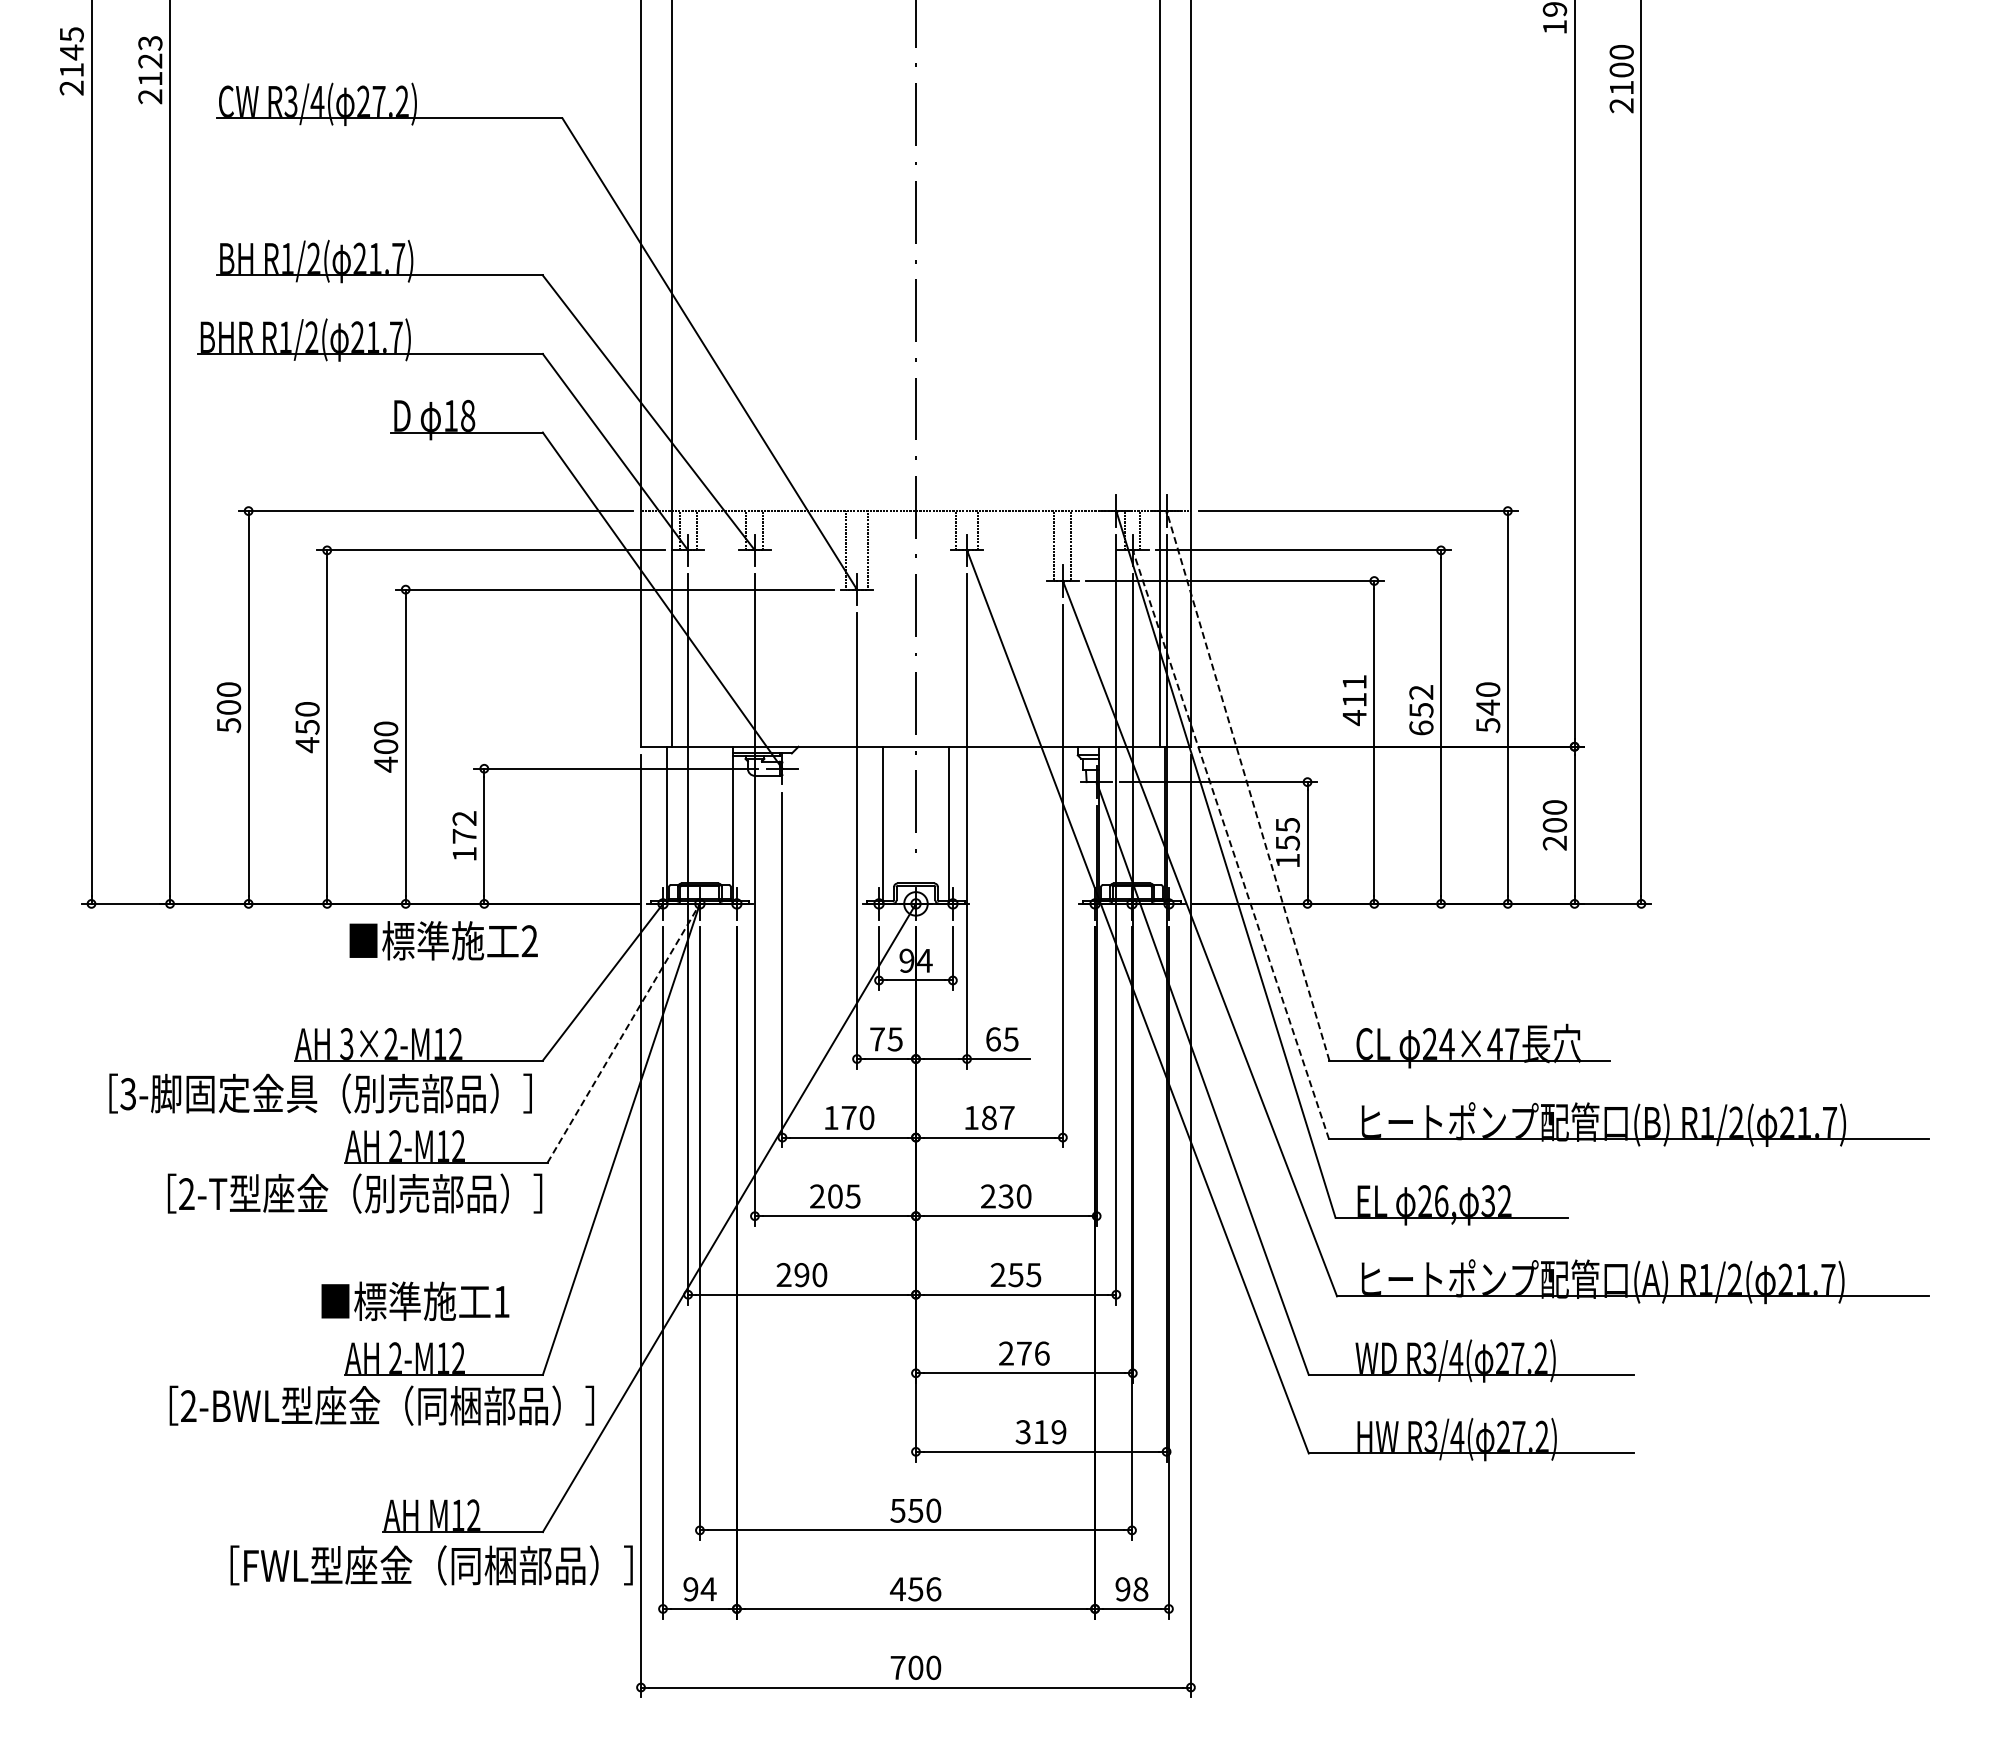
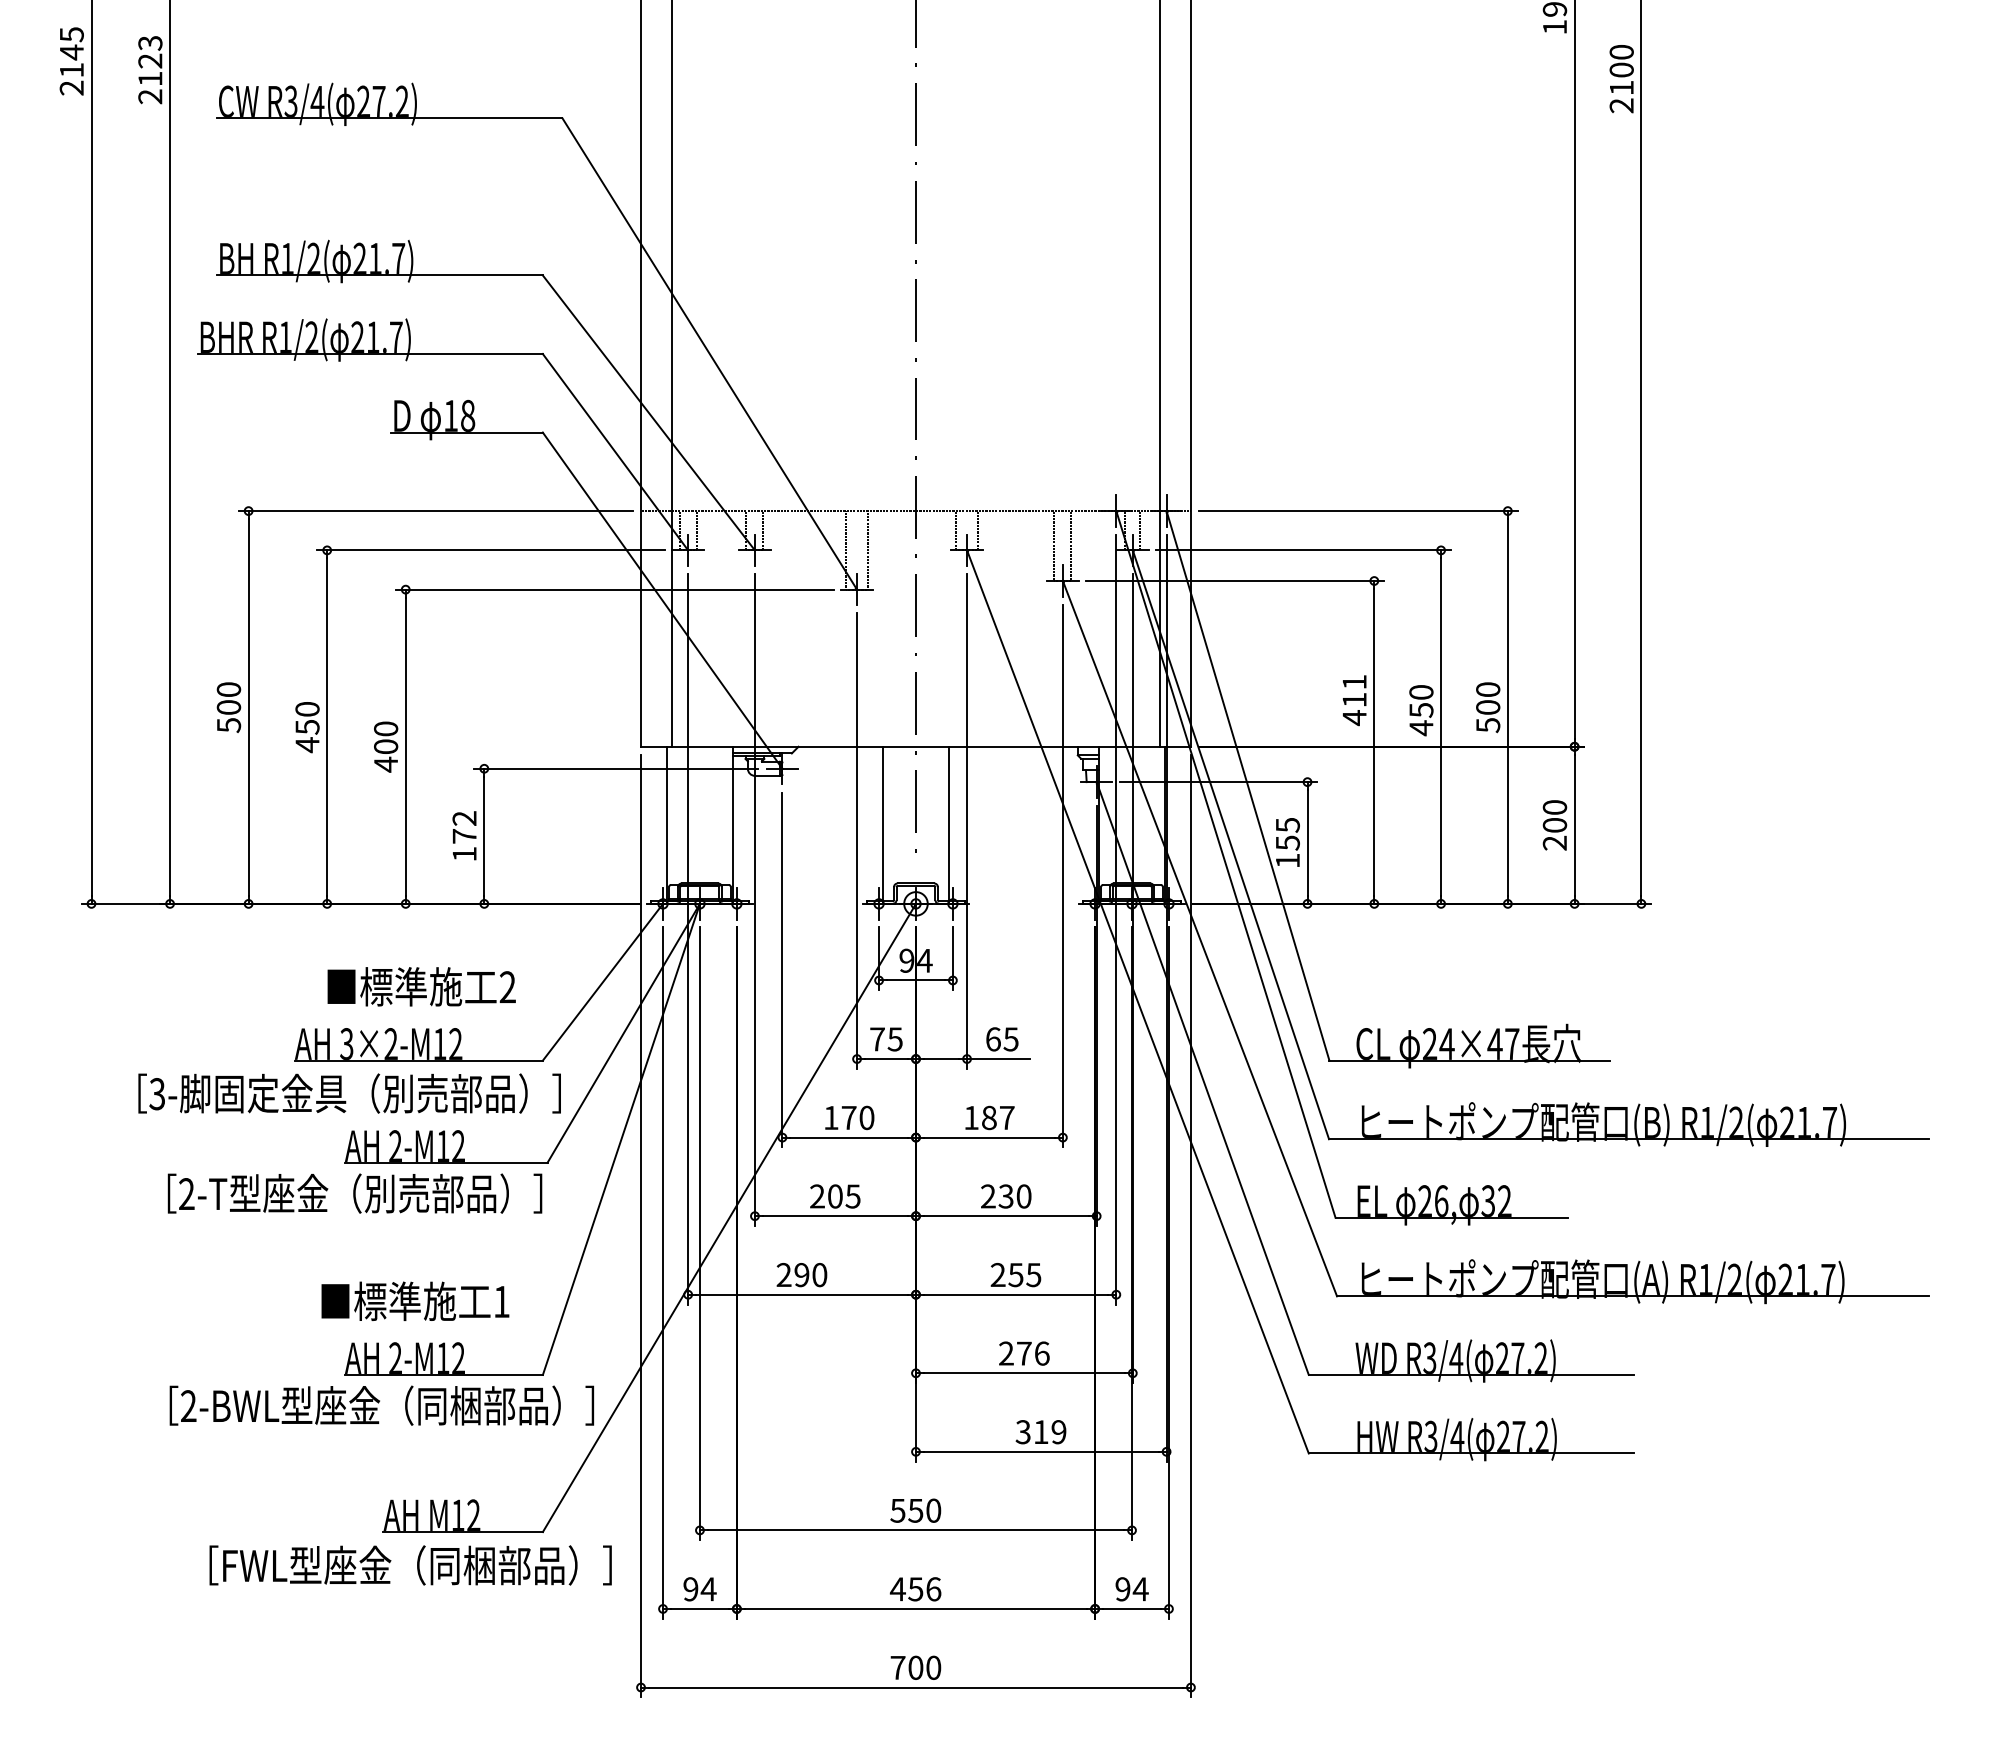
text at (1488, 707): 540 -> 500
text at (1421, 710): 652 -> 450
line at (1248, 785): dashed -> solid
line at (1230, 844): dashed -> solid
text at (443, 940) position: (443, 940) -> (421, 986)
line at (624, 1032): dashed -> solid
text at (320, 1093) position: (320, 1093) -> (349, 1093)
text at (431, 1565) position: (431, 1565) -> (410, 1565)
text at (1140, 1589): 98 -> 94
